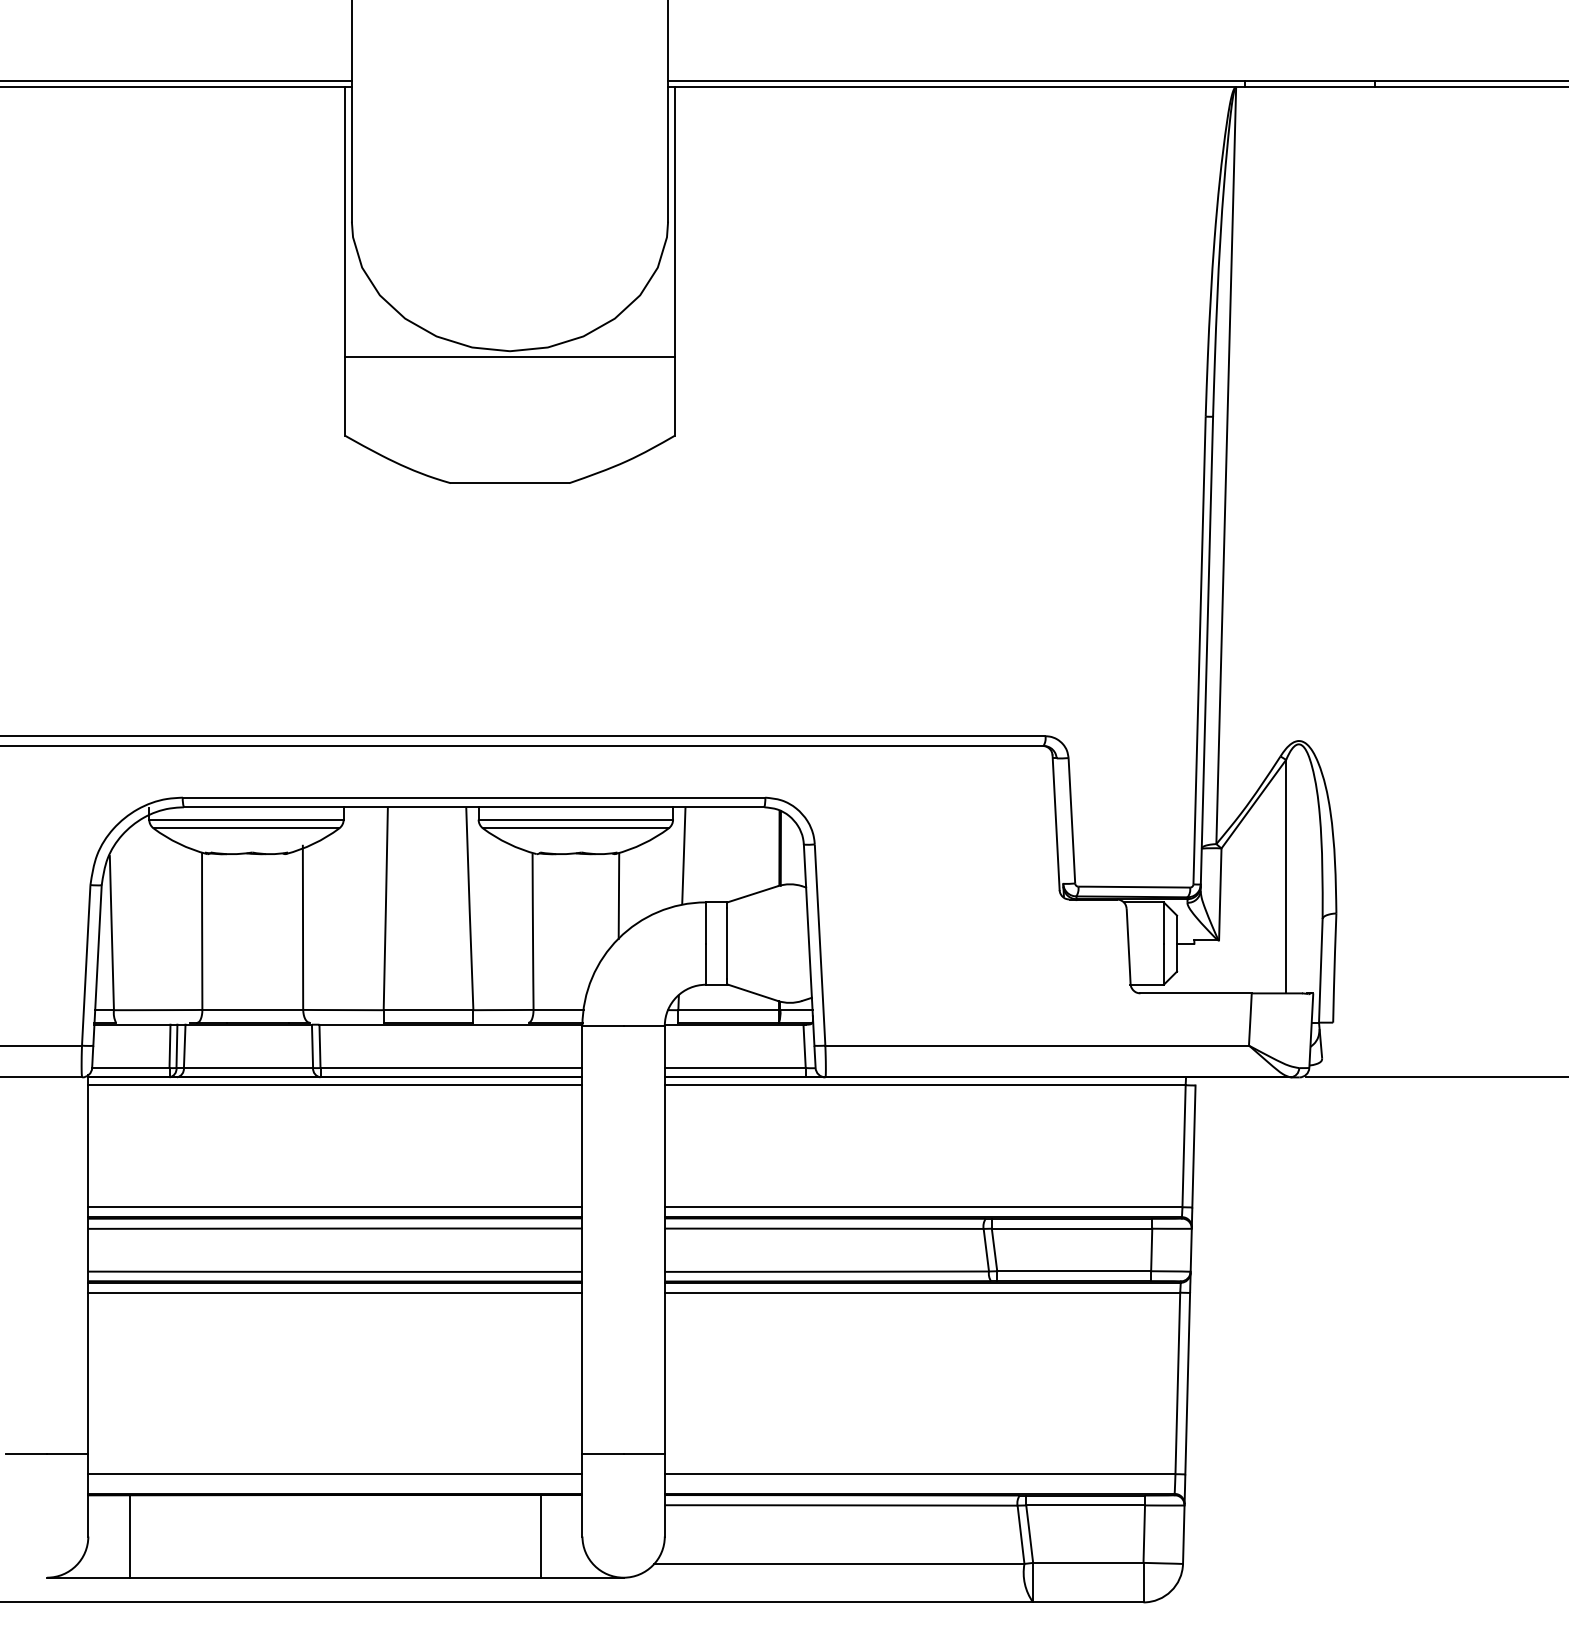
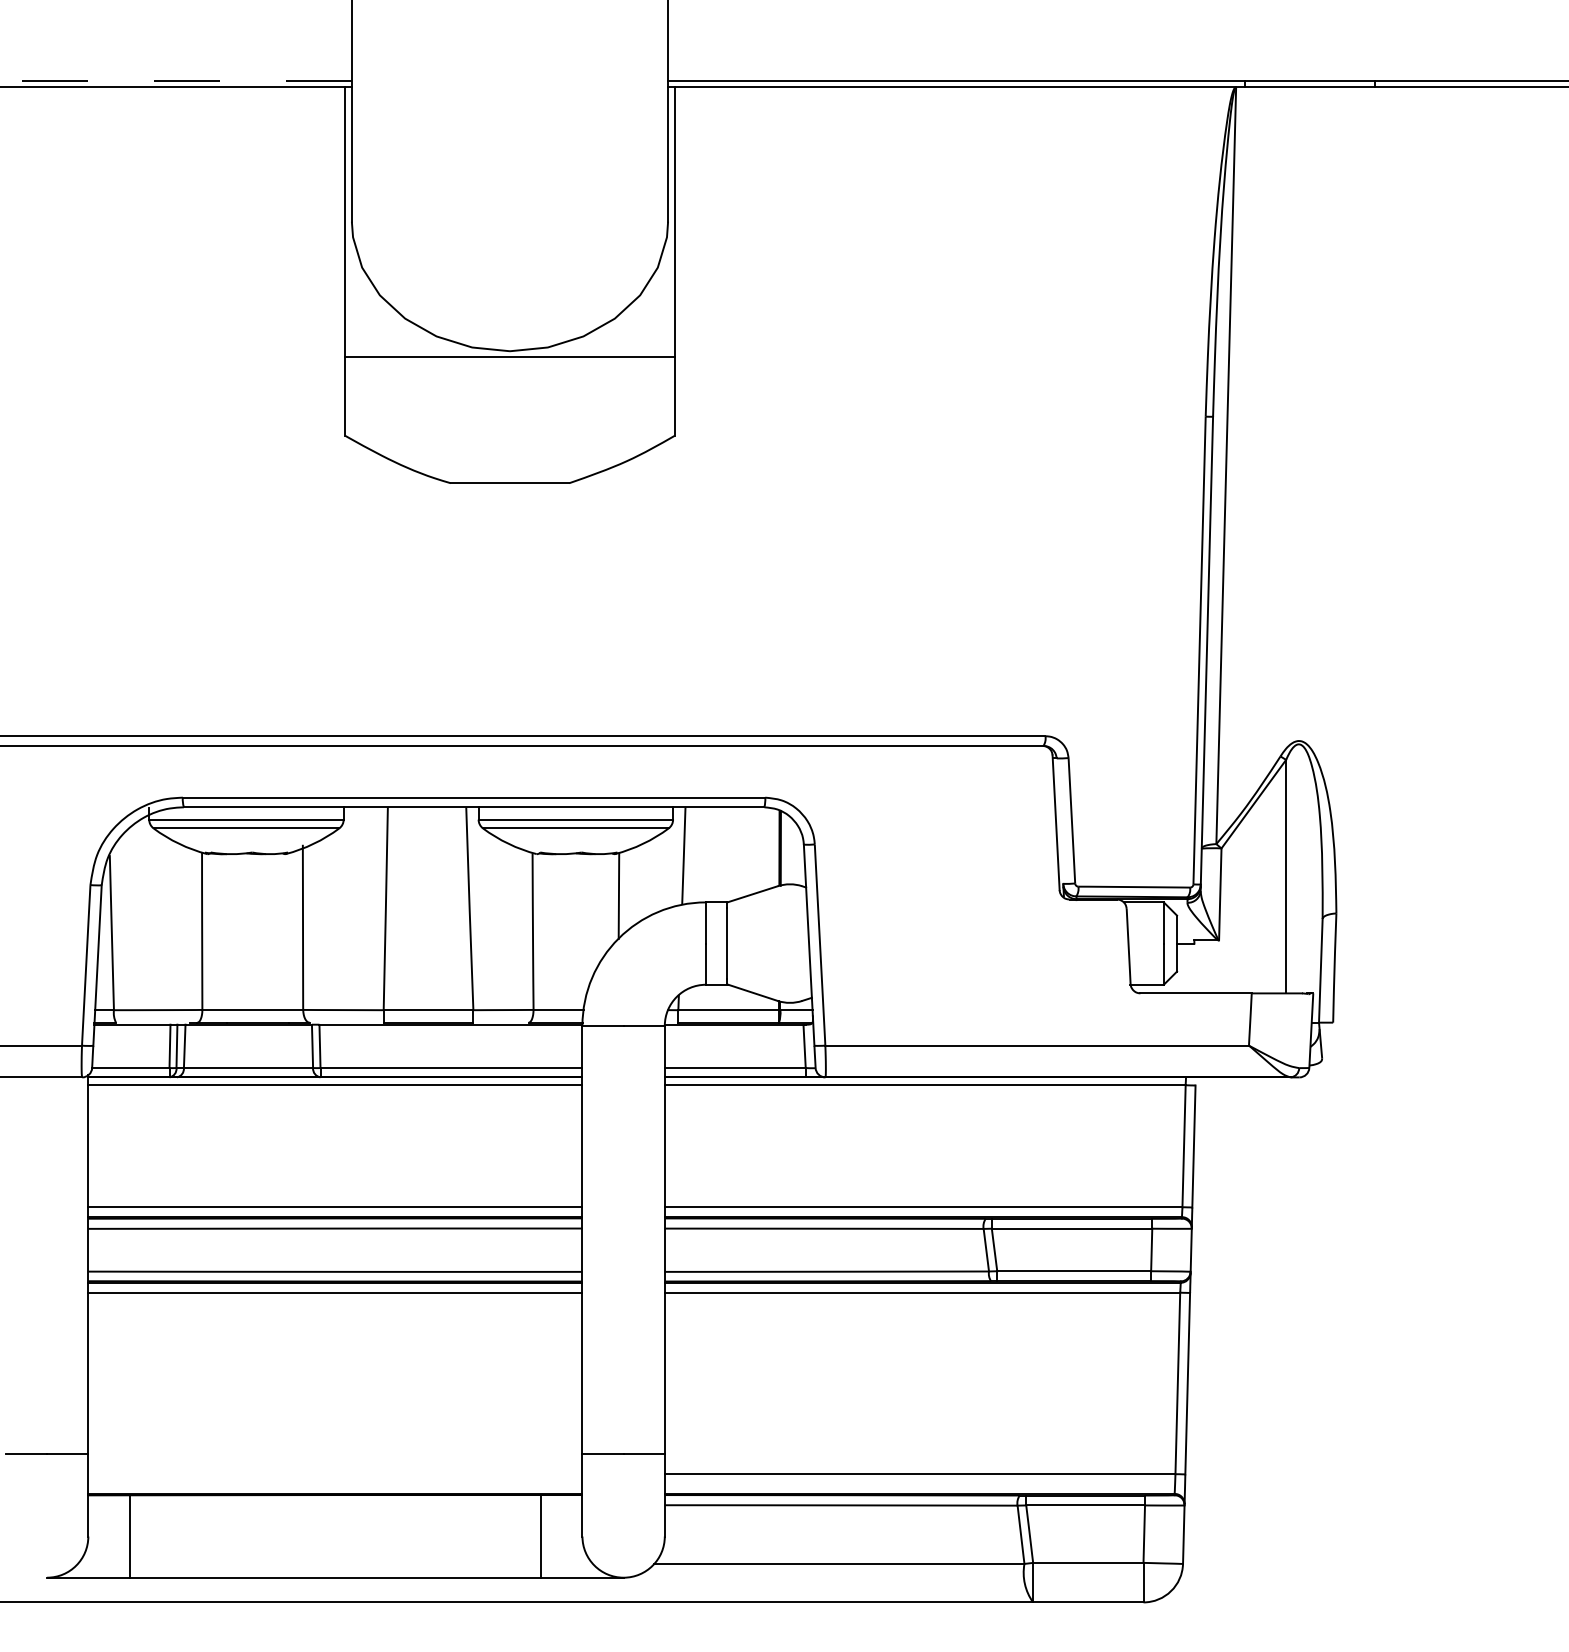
line at (175, 80): solid -> dashed
line at (1435, 1077): present -> none
line at (335, 1474): present -> none
